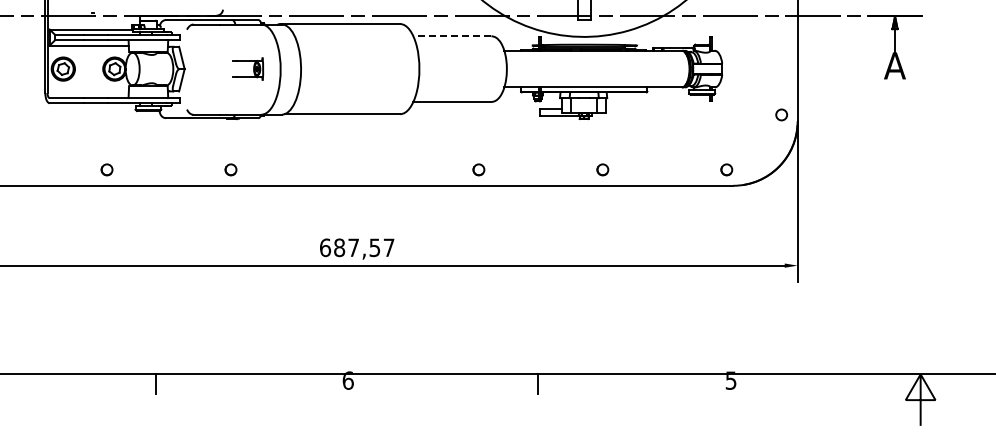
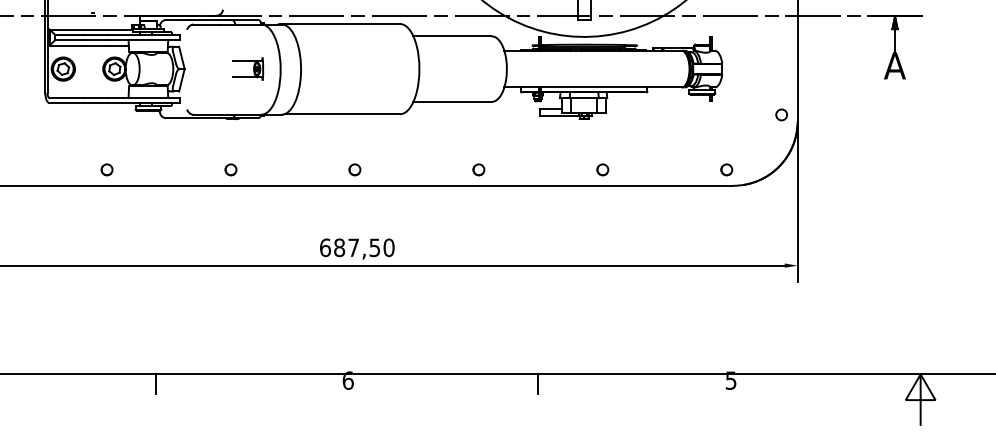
line at (451, 36): dashed -> solid
part at (354, 169): none -> present
text at (388, 247): 687,57 -> 687,50
